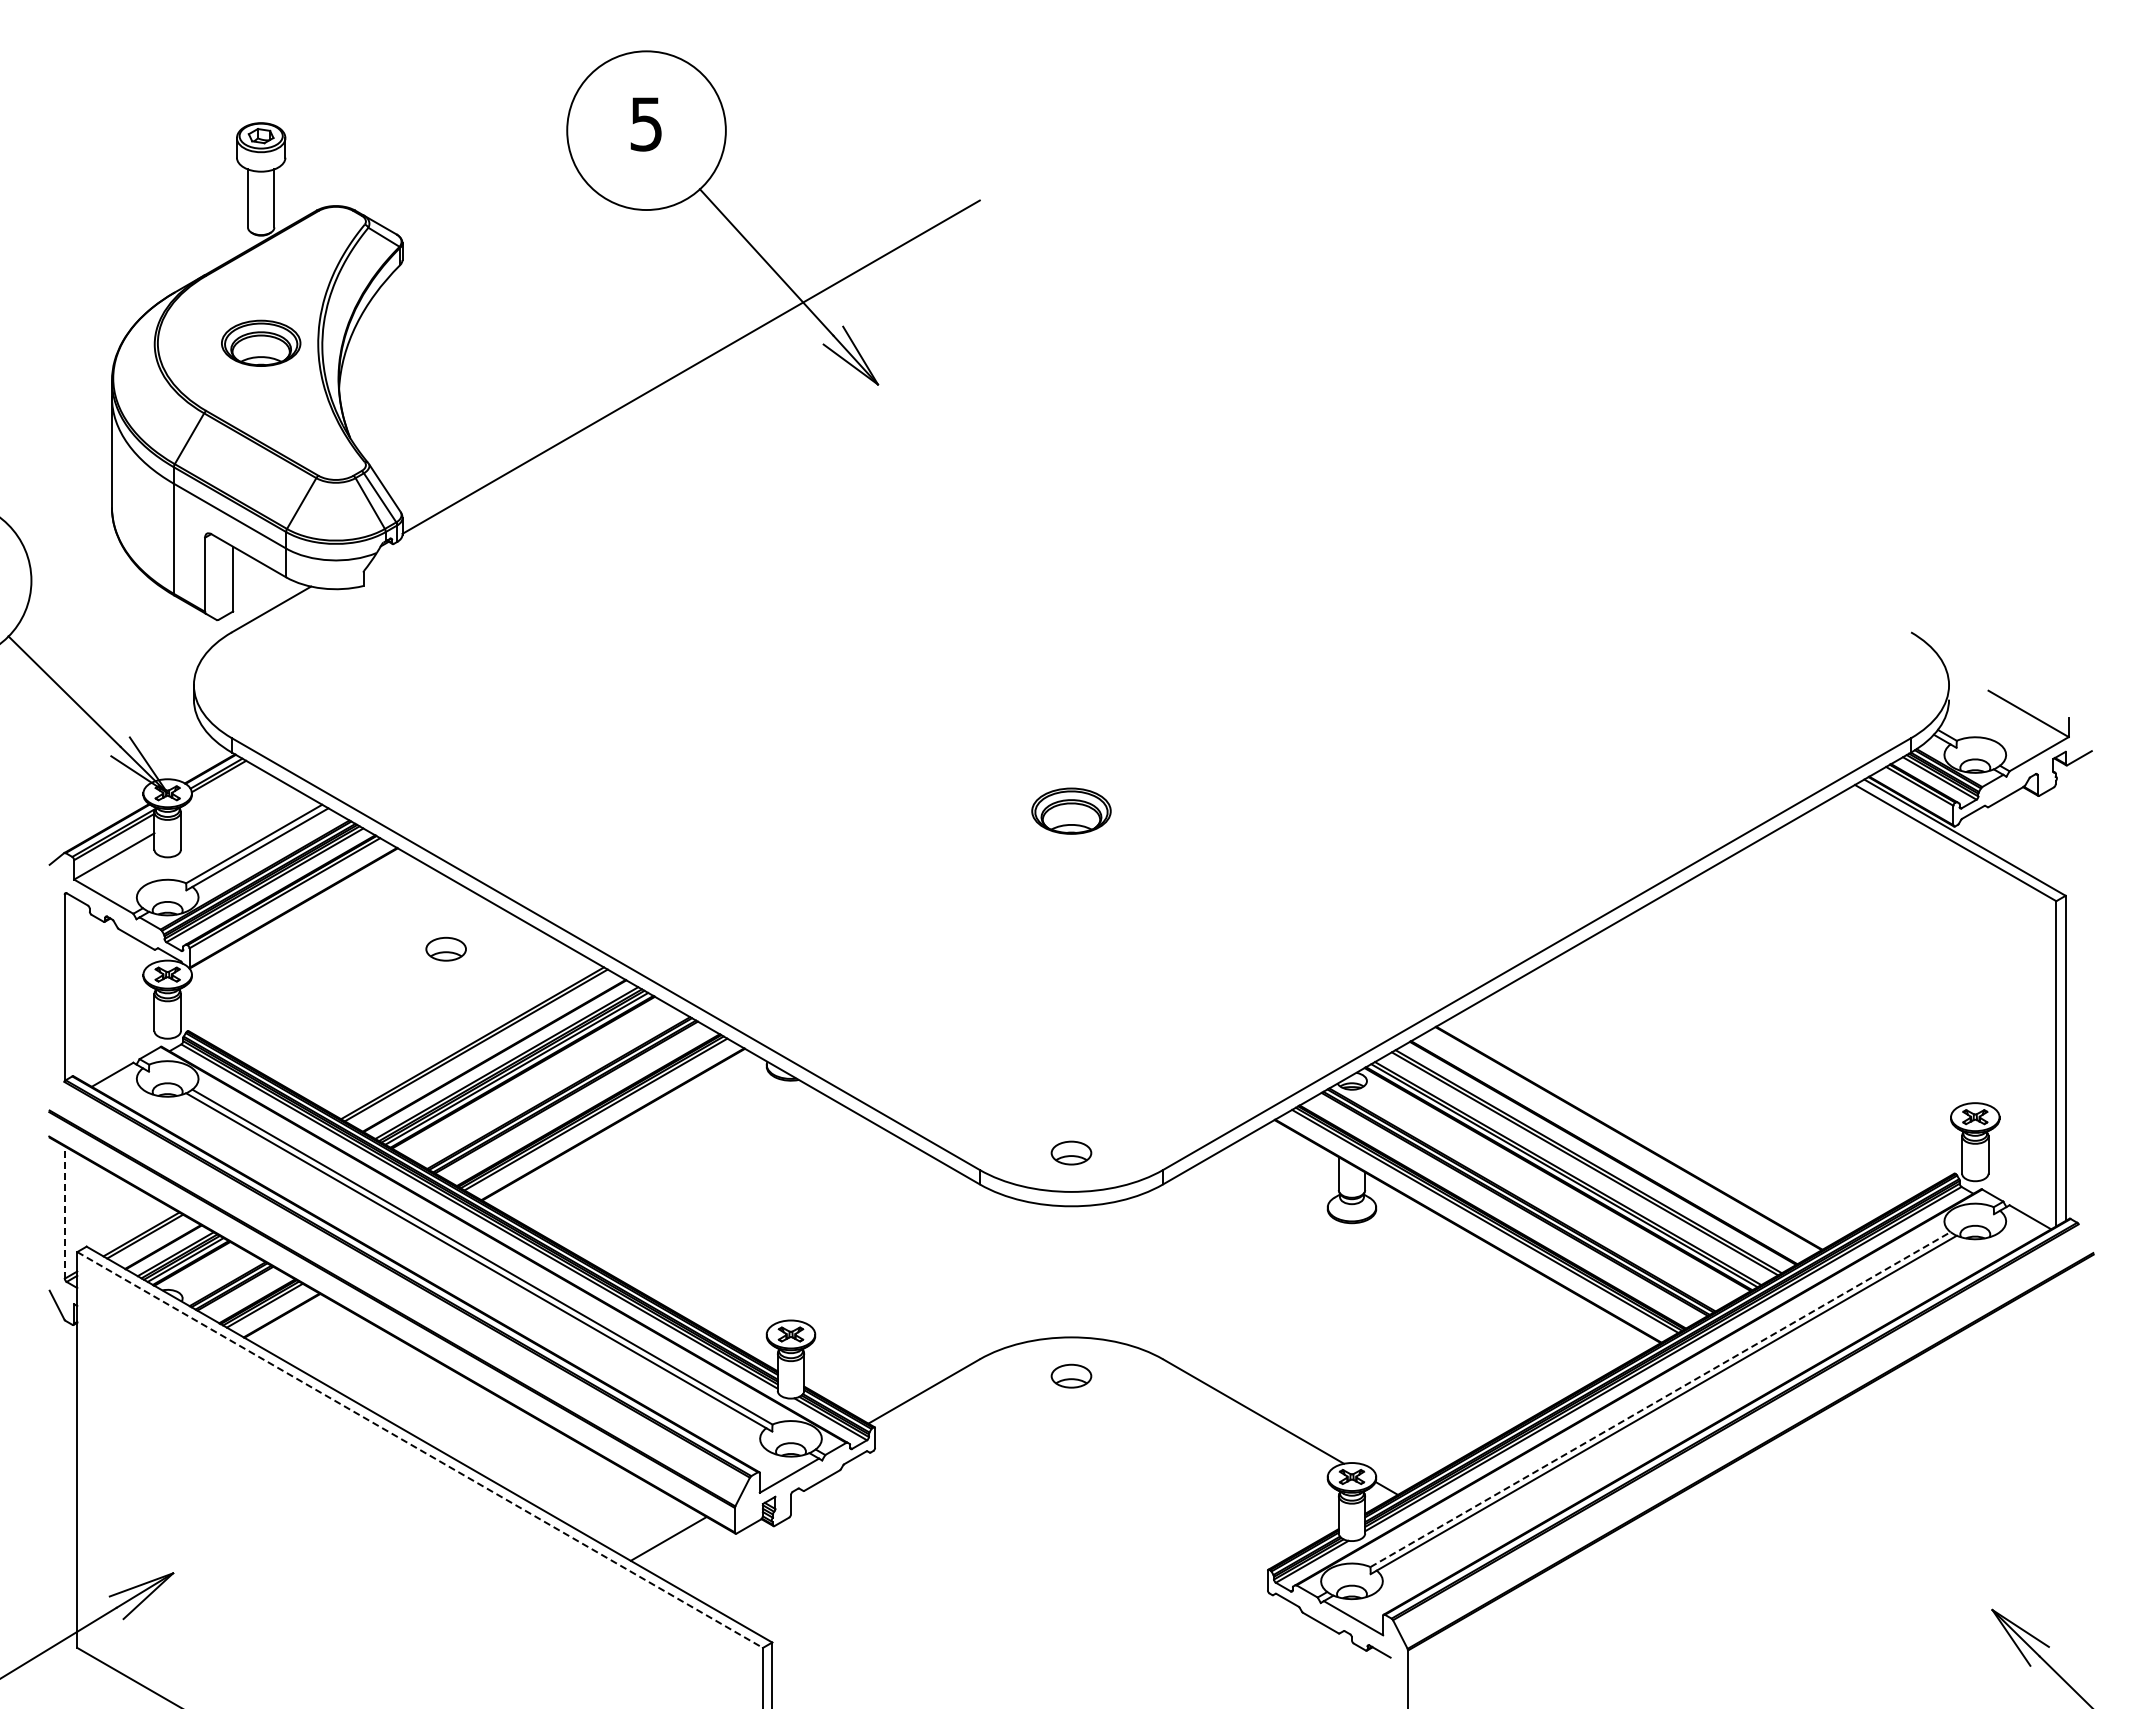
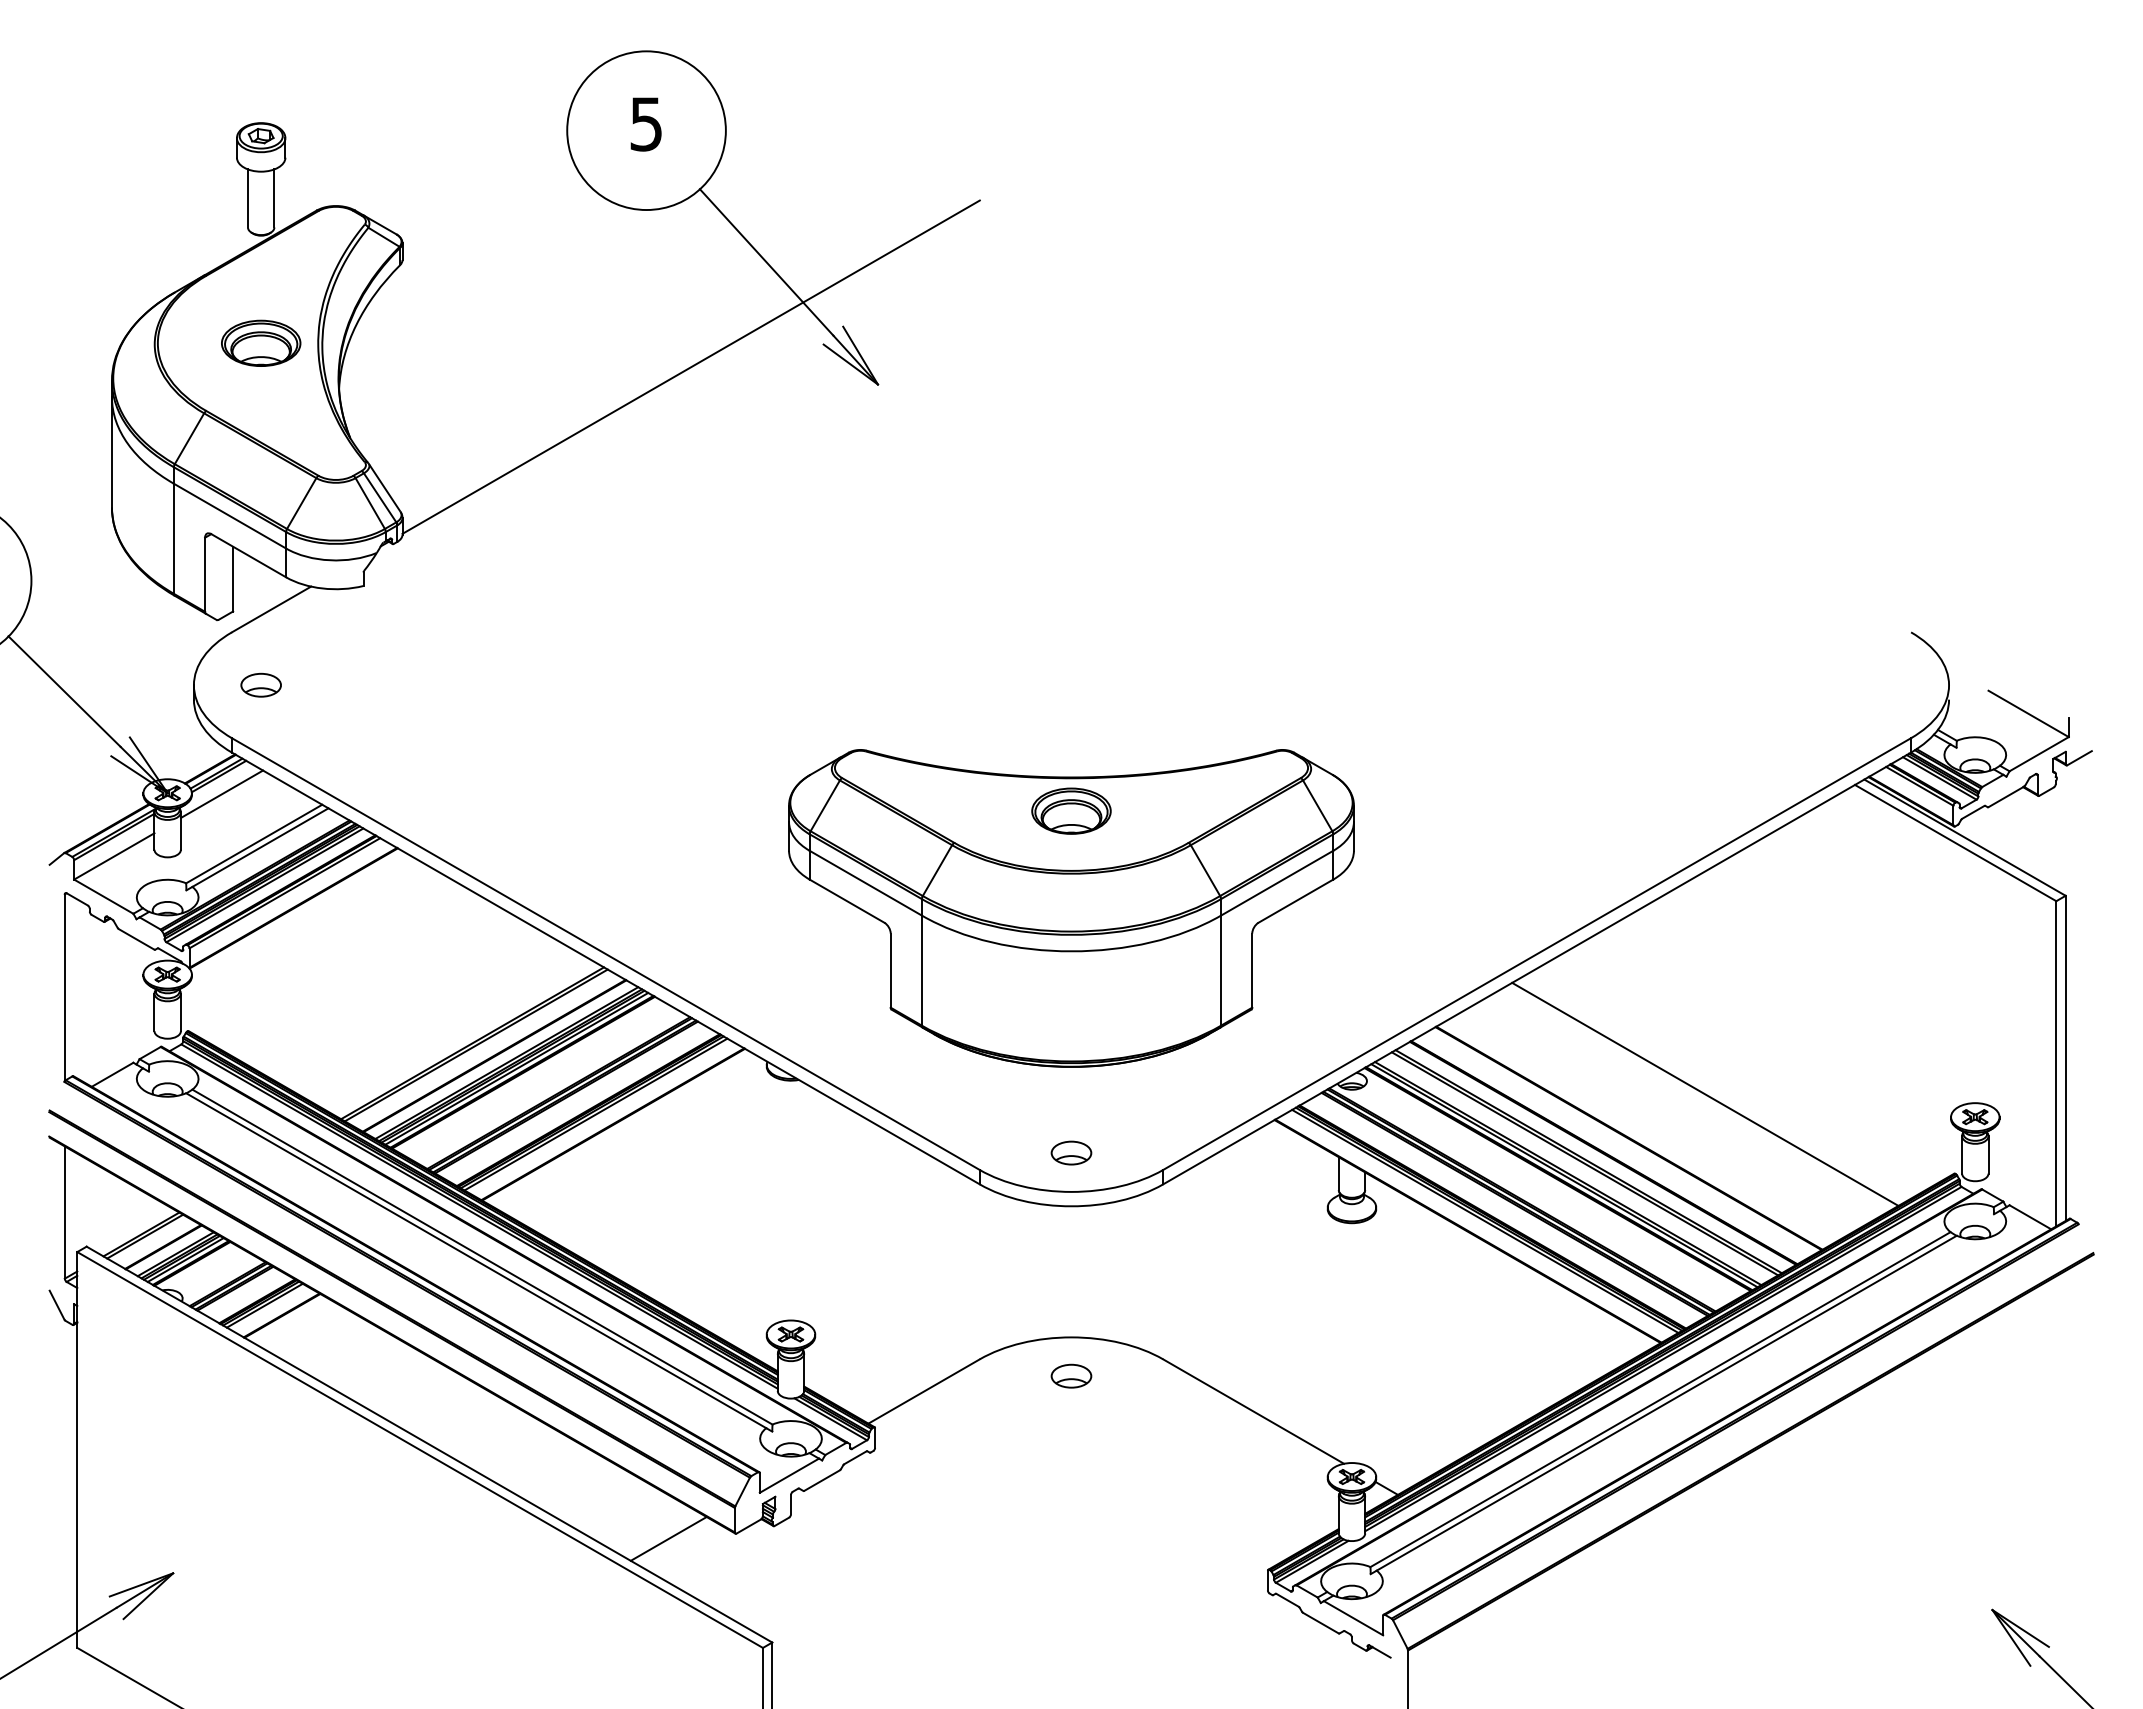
line at (221, 793): none -> present
part at (1071, 908): none -> present
part at (445, 948) position: (445, 948) -> (260, 684)
line at (1705, 1093): none -> present
line at (64, 1212): dashed -> solid
line at (1660, 1399): dashed -> solid
line at (420, 1450): dashed -> solid
